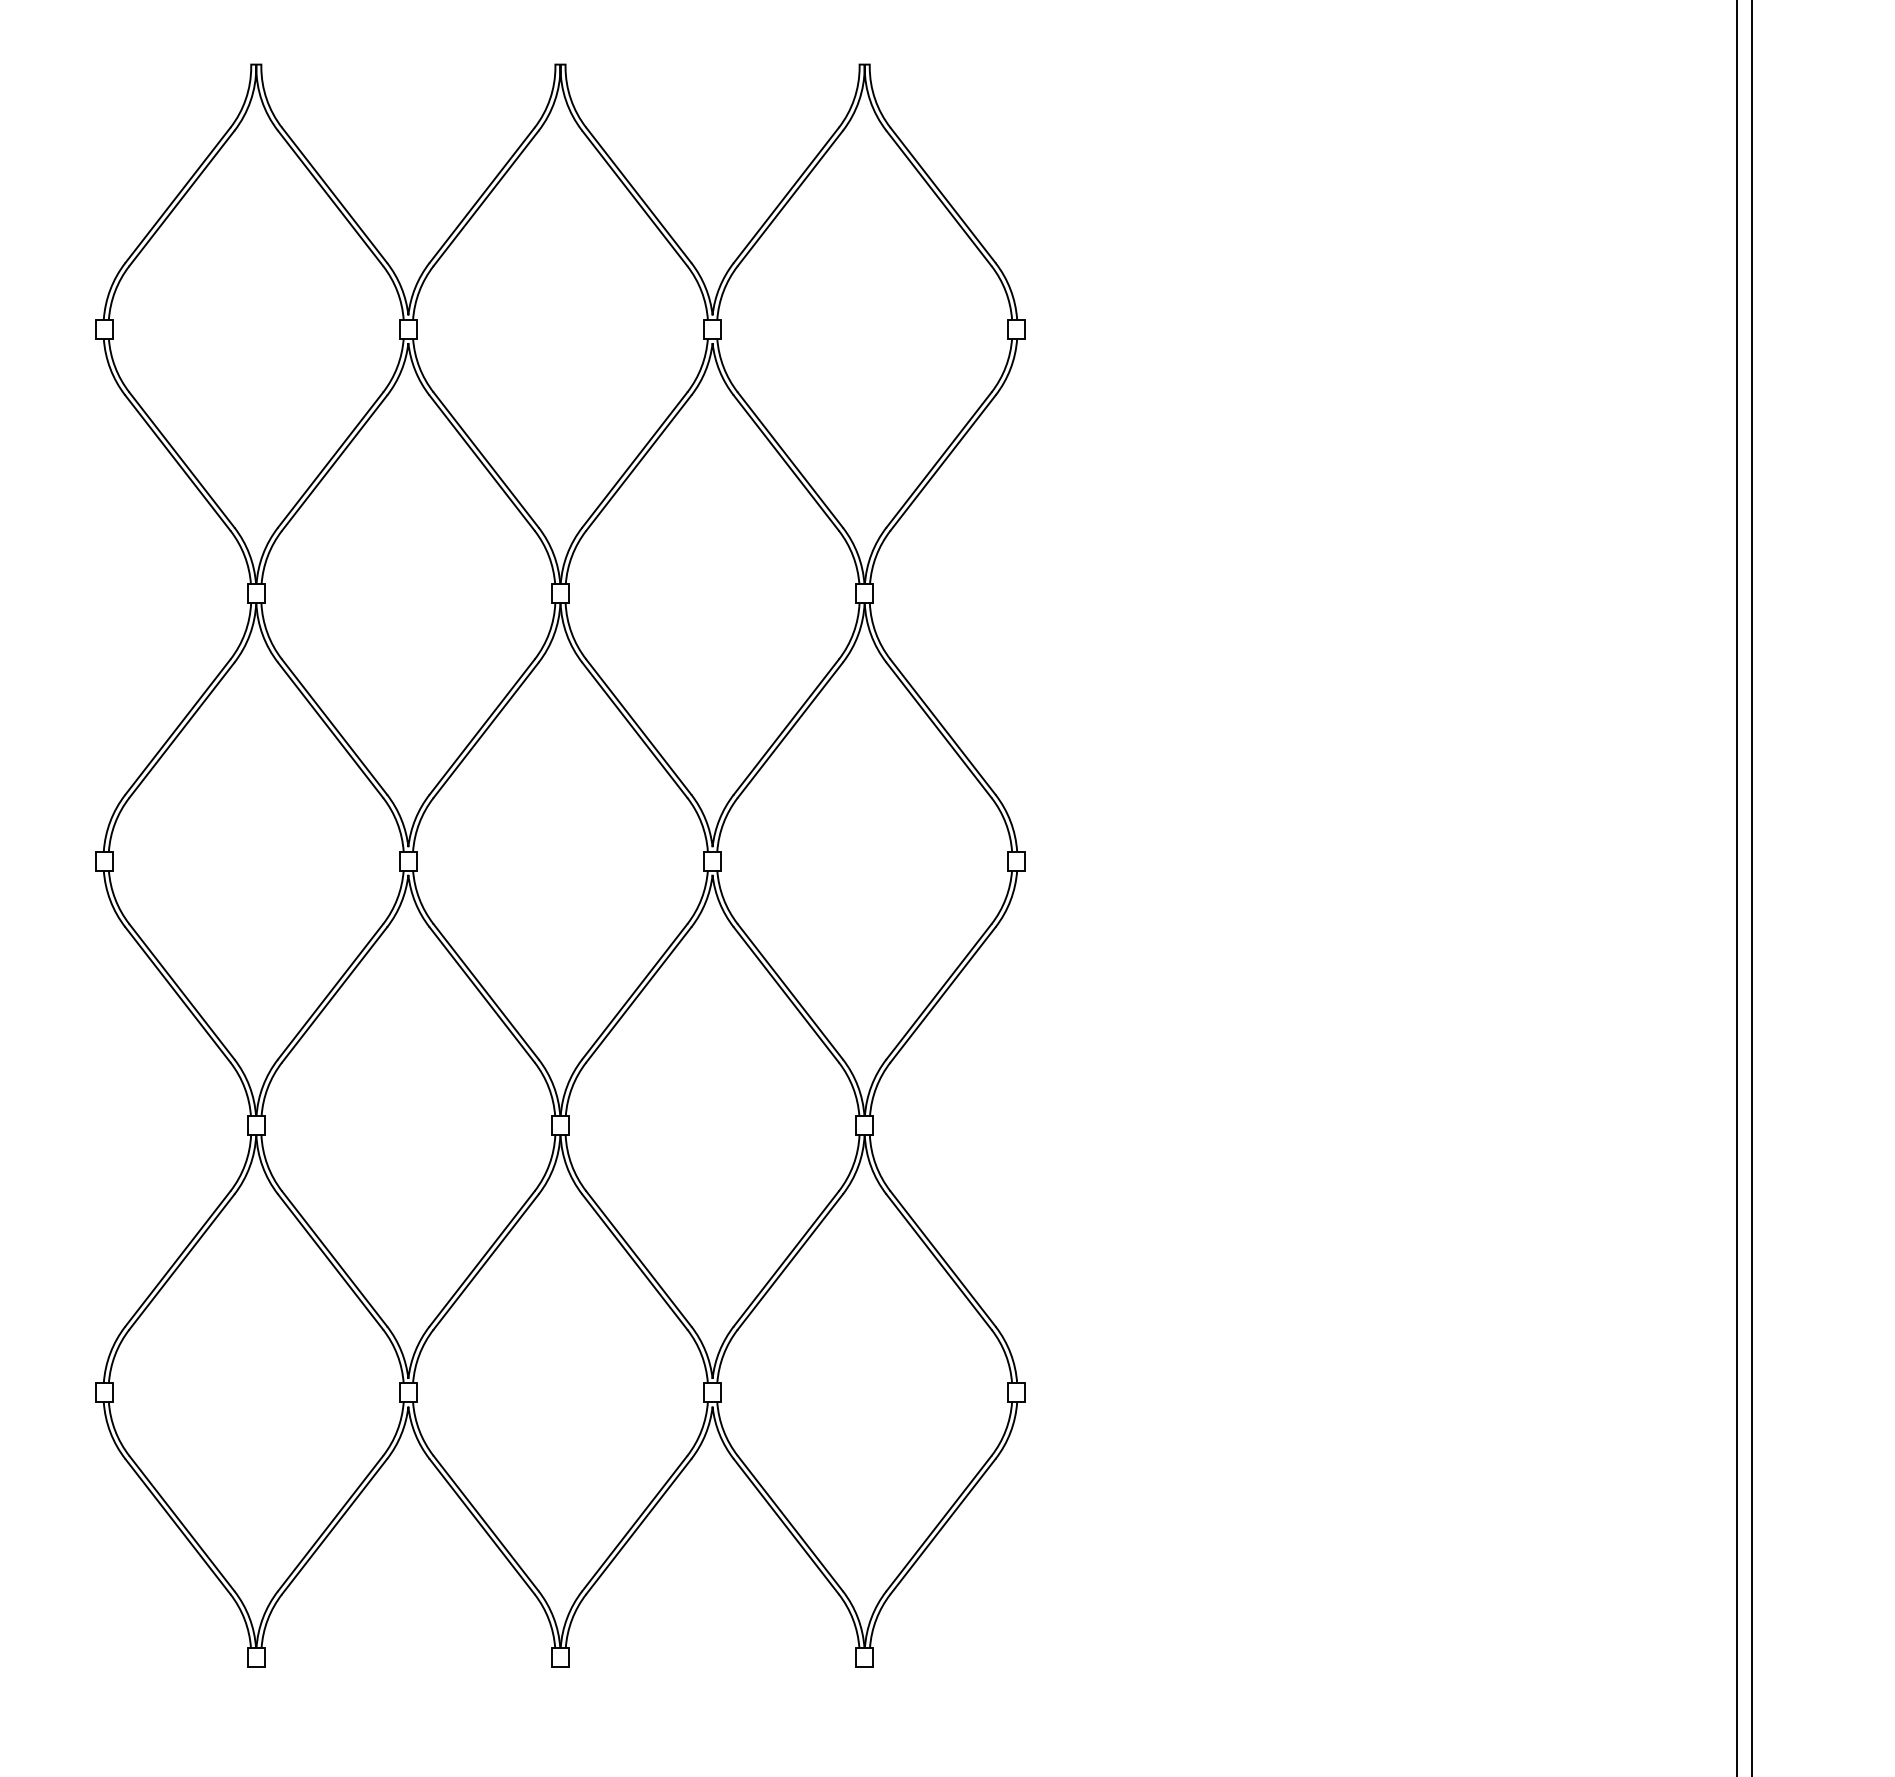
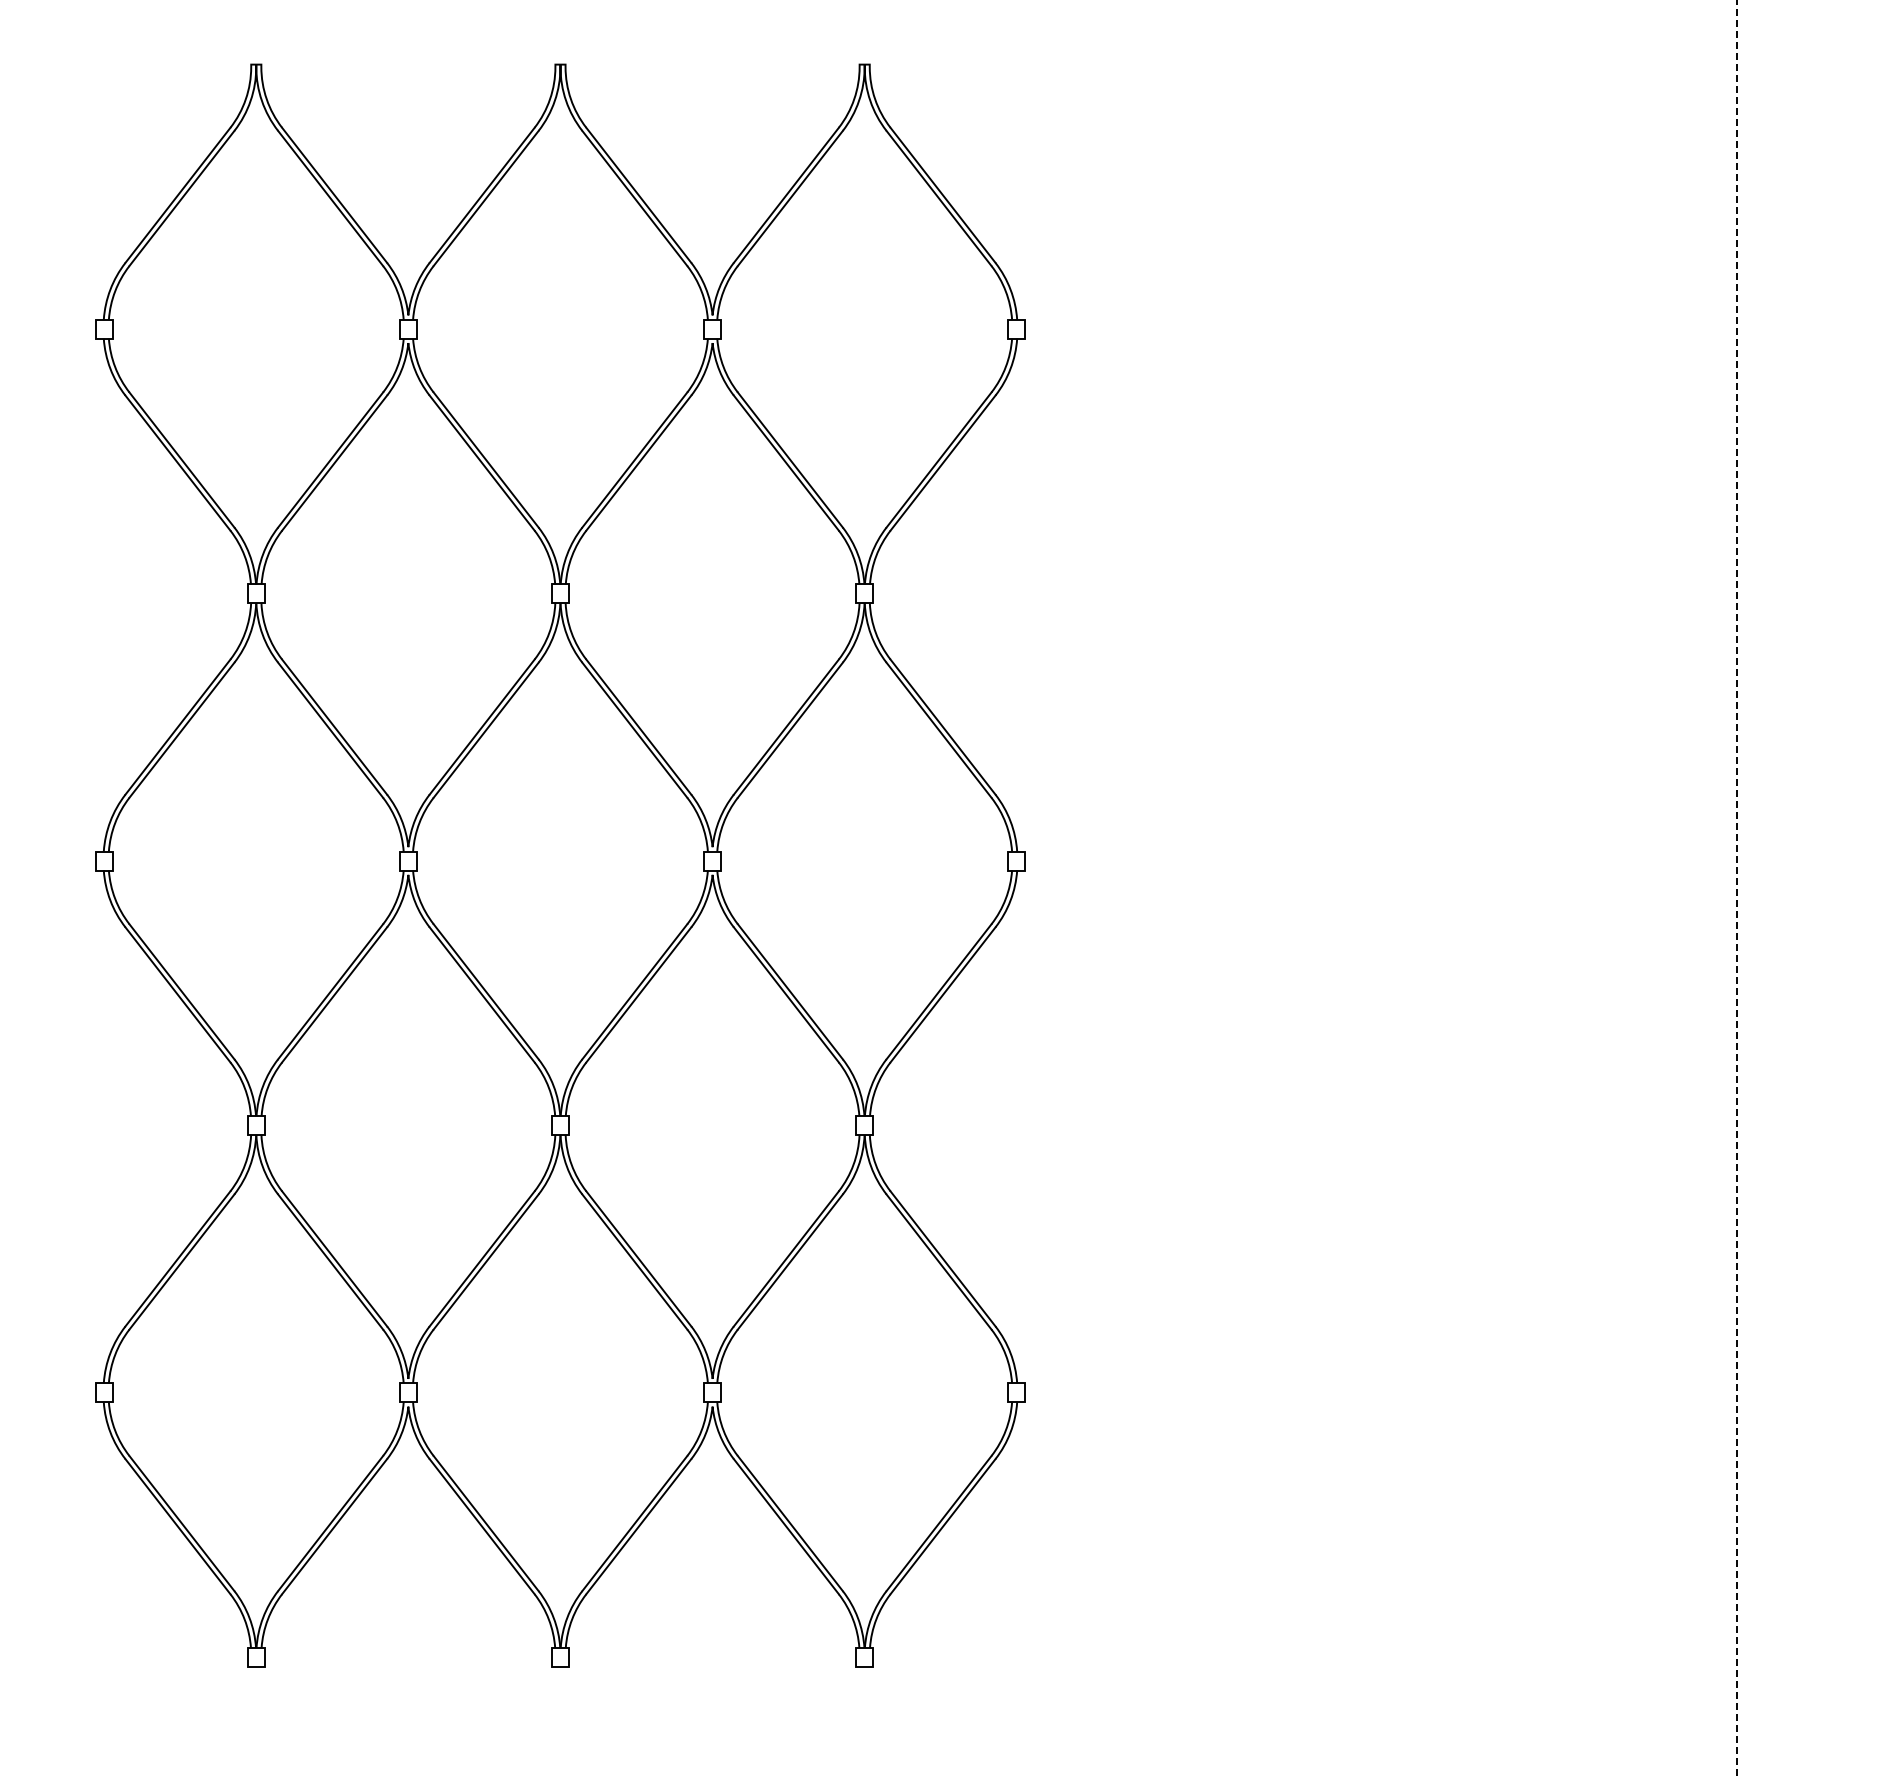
line at (1736, 887): solid -> dashed
line at (1751, 887): present -> none
